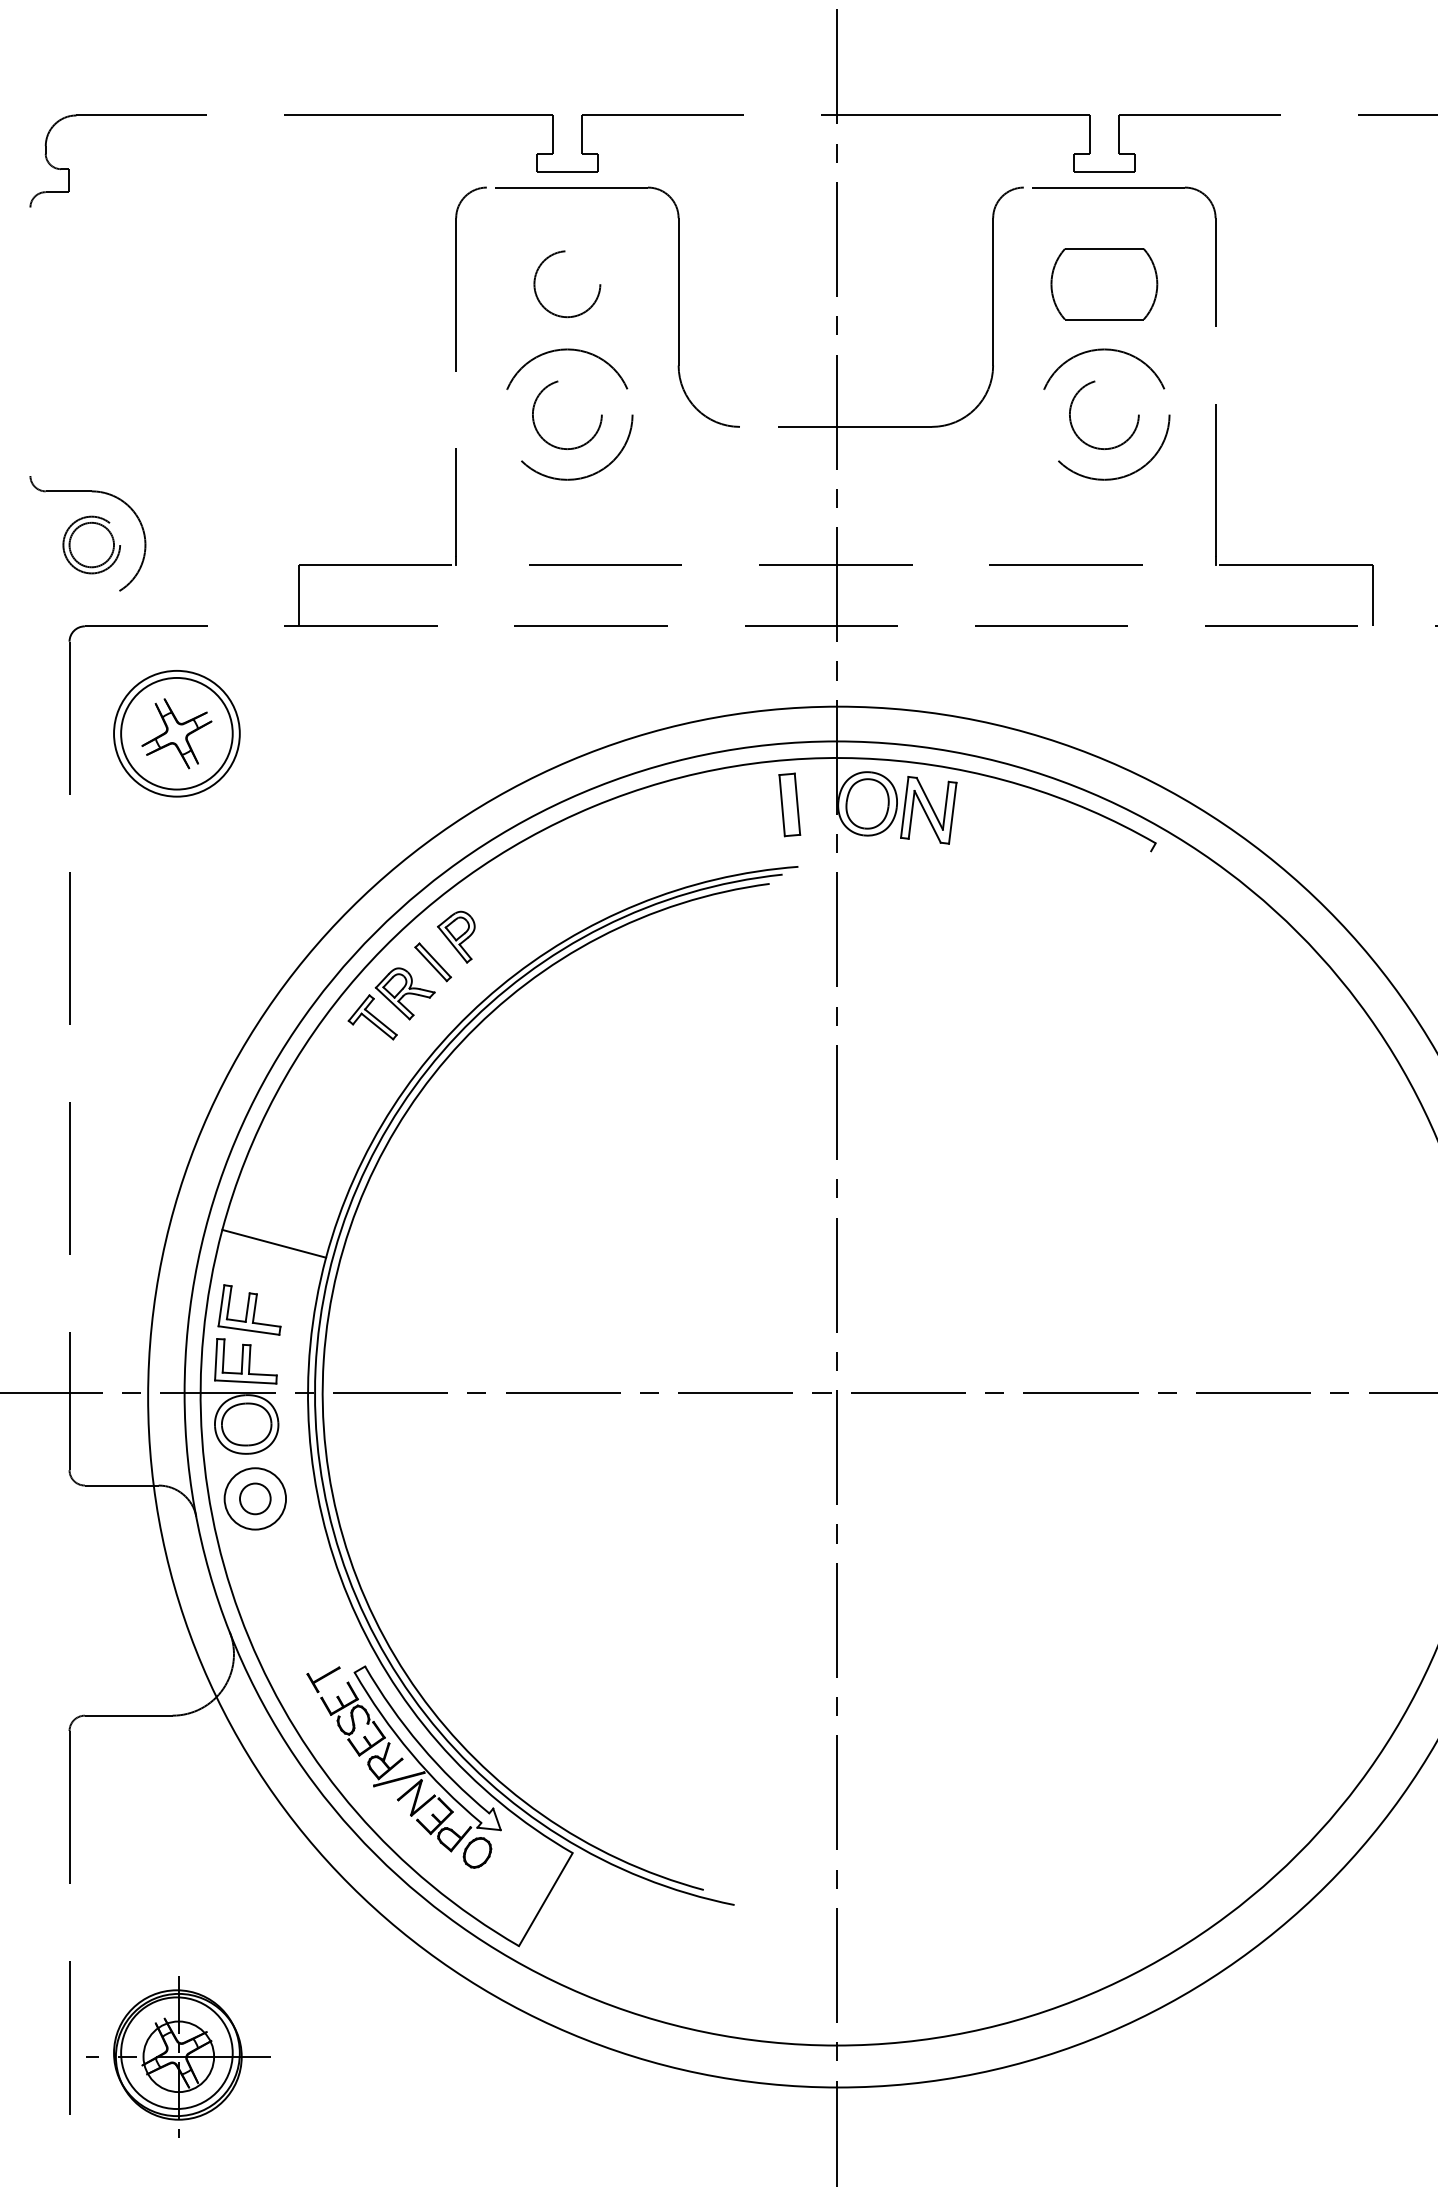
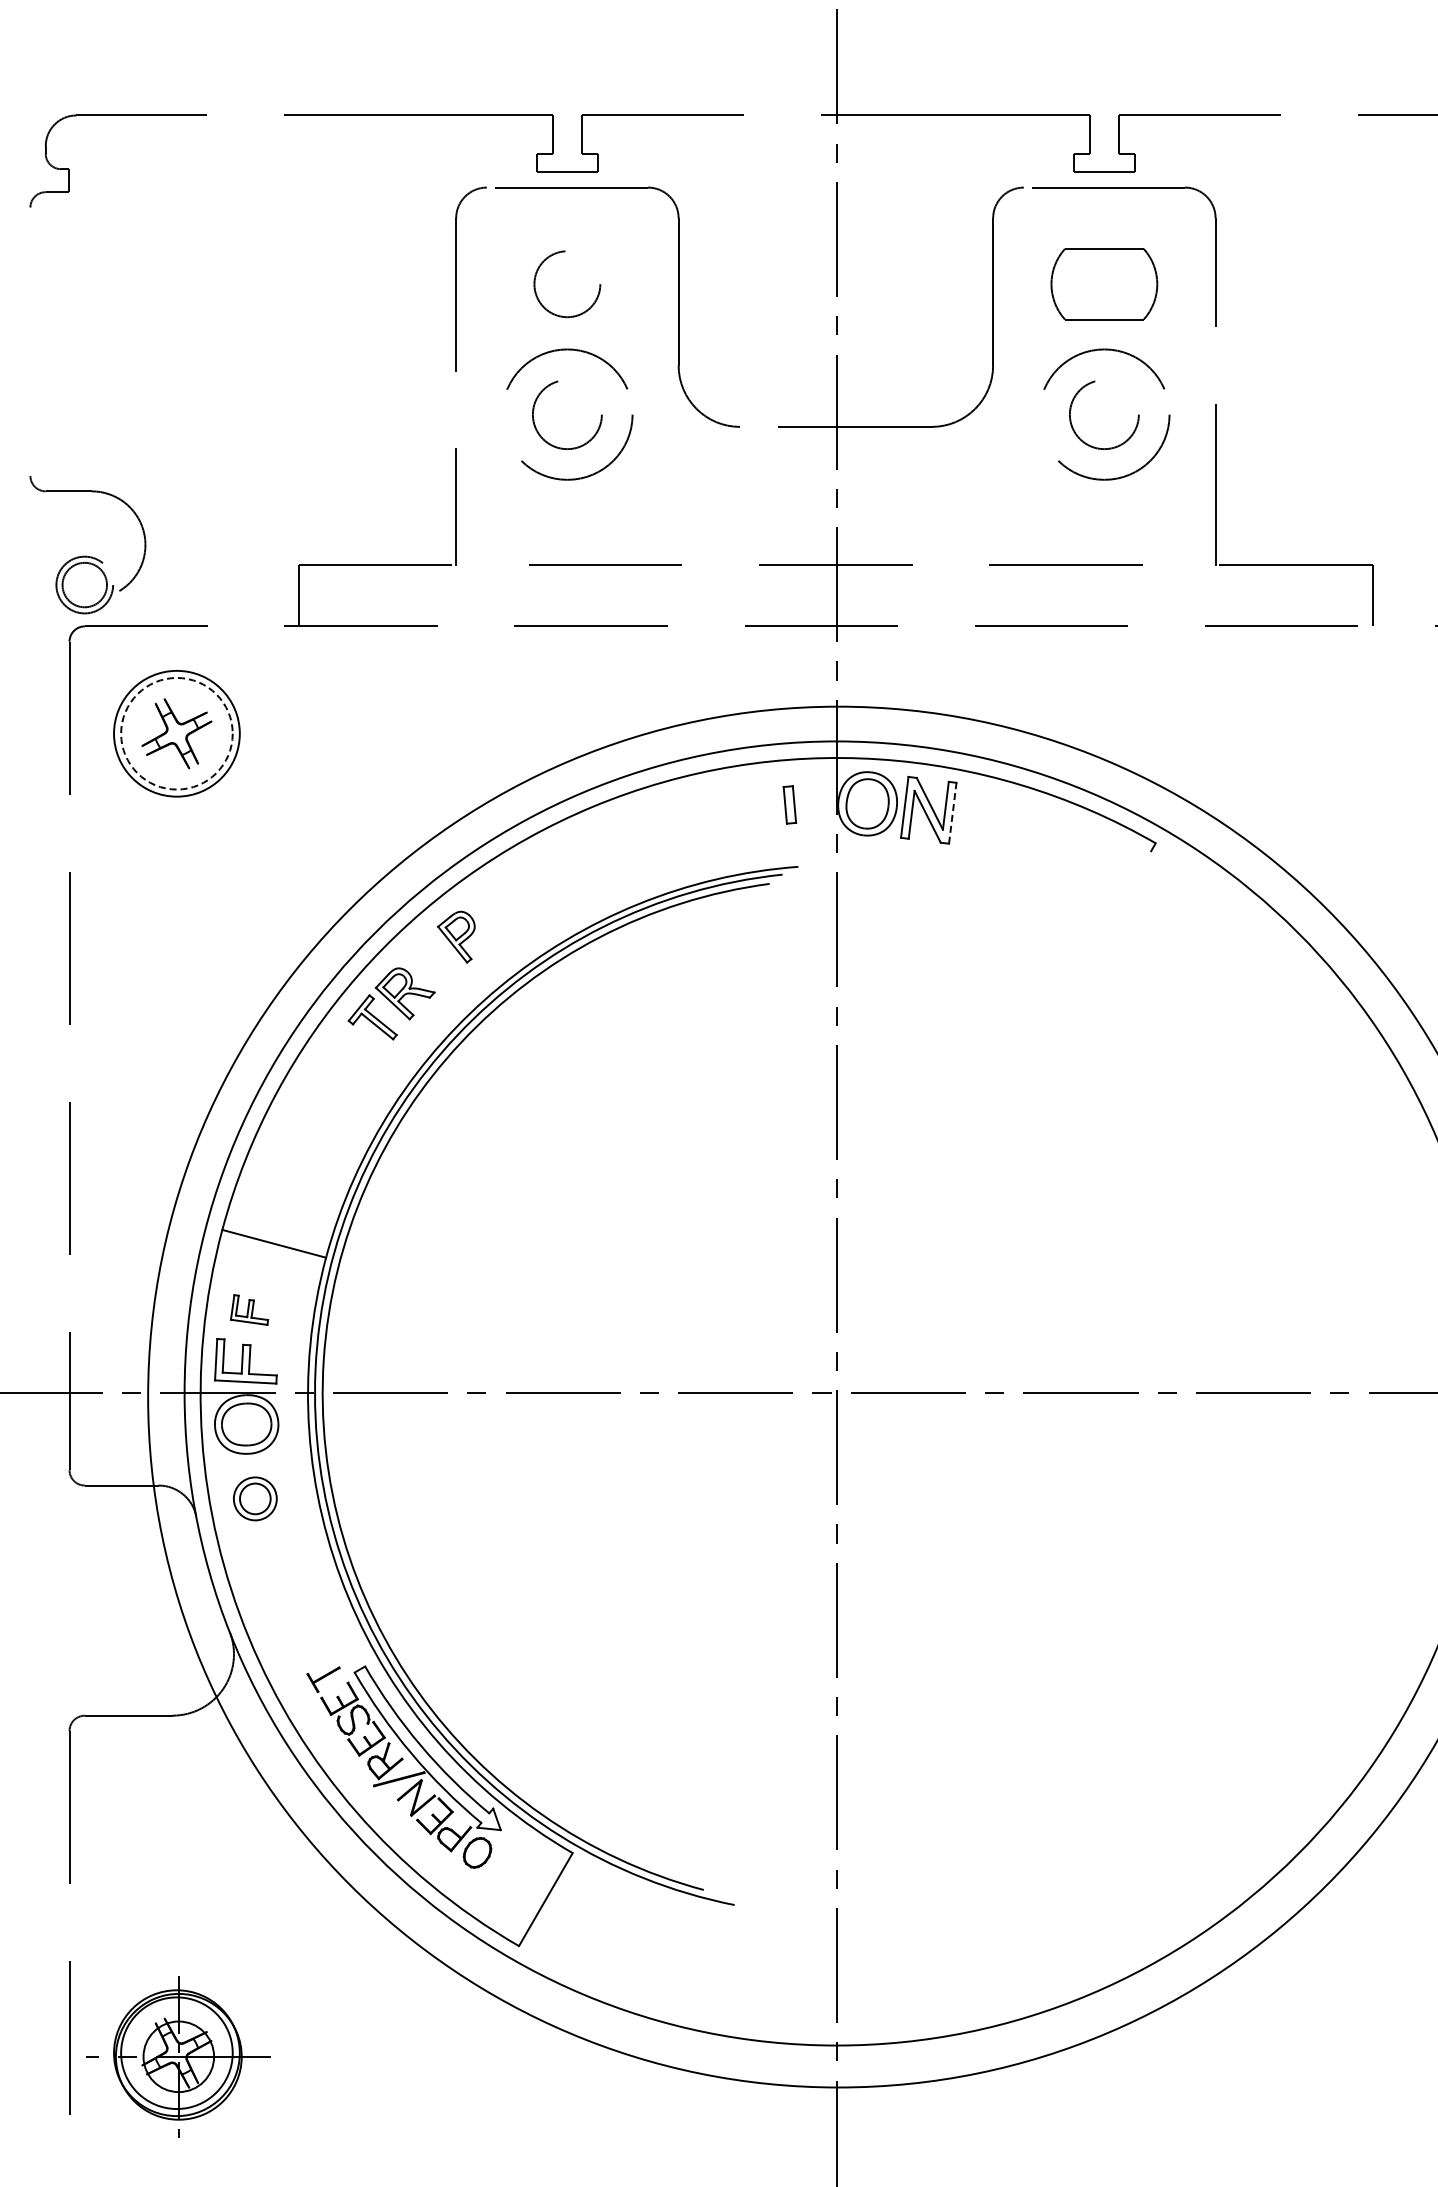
part at (91, 544) position: (91, 544) -> (84, 584)
circle at (176, 733): solid -> dashed
part at (789, 804) size: 24x66 px -> 16x40 px
line at (952, 813): solid -> dashed
part at (432, 962): present -> none
part at (249, 1309) size: 65x52 px -> 40x32 px
circle at (255, 1498) diameter: 61 px -> 43 px
